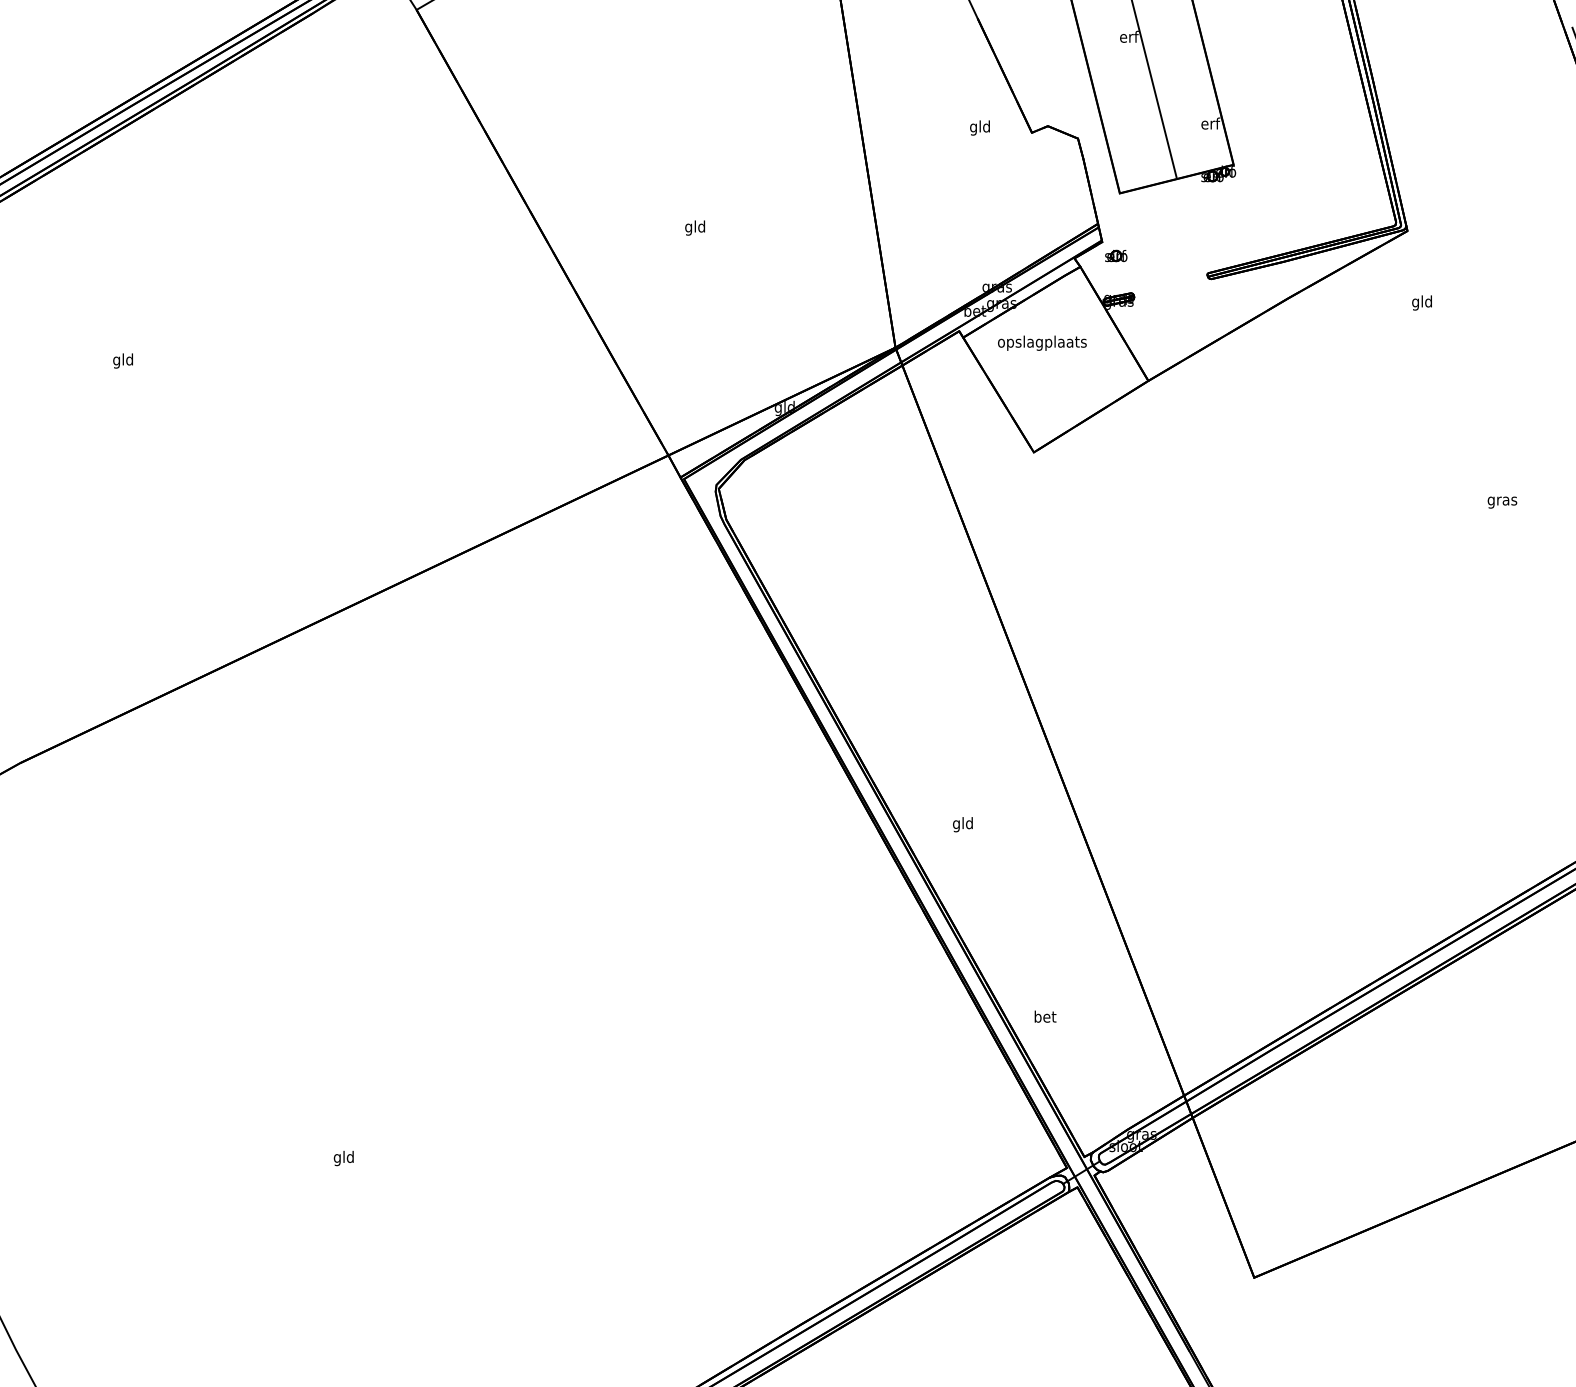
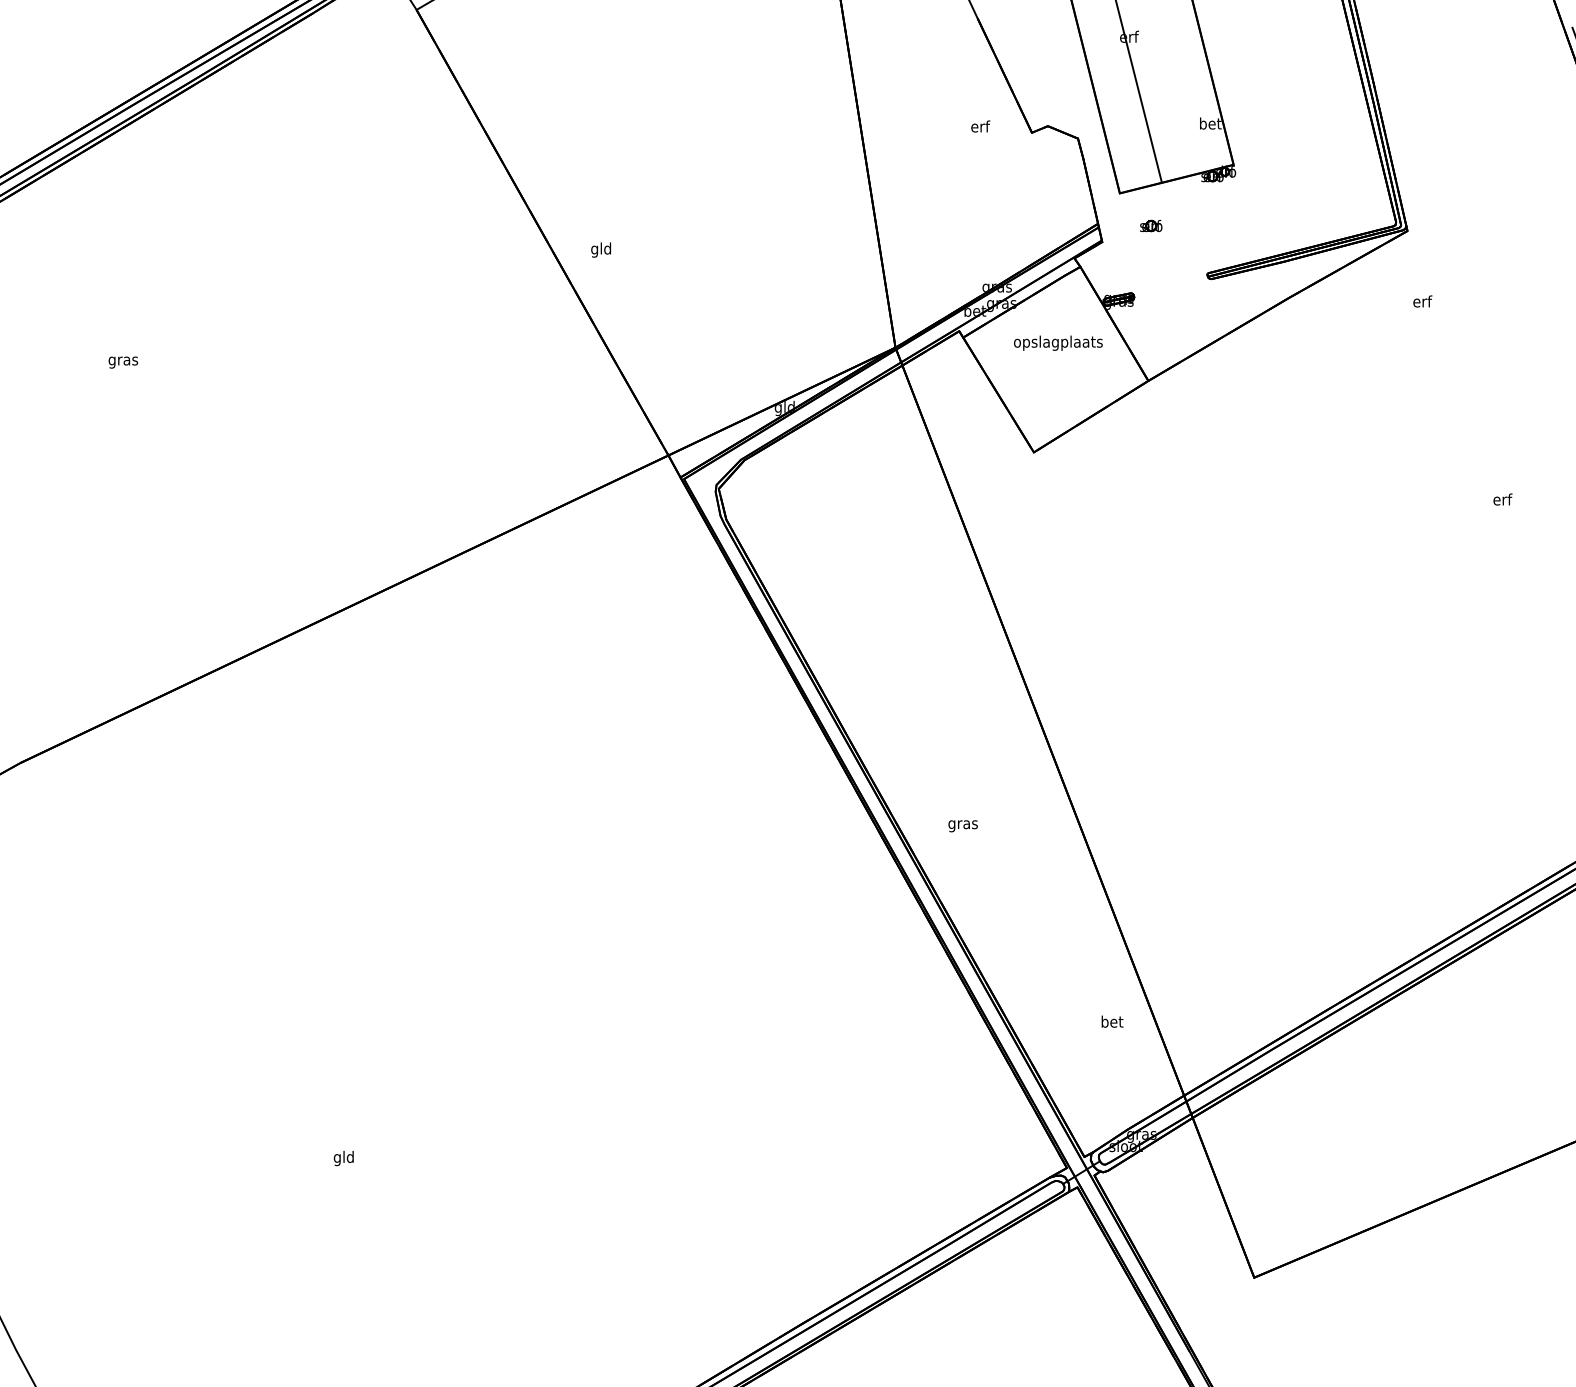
line at (1154, 89) position: (1154, 89) -> (1138, 91)
text at (1210, 123): erf -> bet
text at (980, 127): gld -> erf
text at (694, 227) position: (694, 227) -> (600, 249)
part at (1116, 255) position: (1116, 255) -> (1151, 225)
text at (1422, 302): gld -> erf
text at (1042, 342) position: (1042, 342) -> (1058, 342)
text at (123, 360): gld -> gras
text at (1502, 500): gras -> erf
text at (962, 824): gld -> gras
text at (1045, 1016) position: (1045, 1016) -> (1112, 1021)
